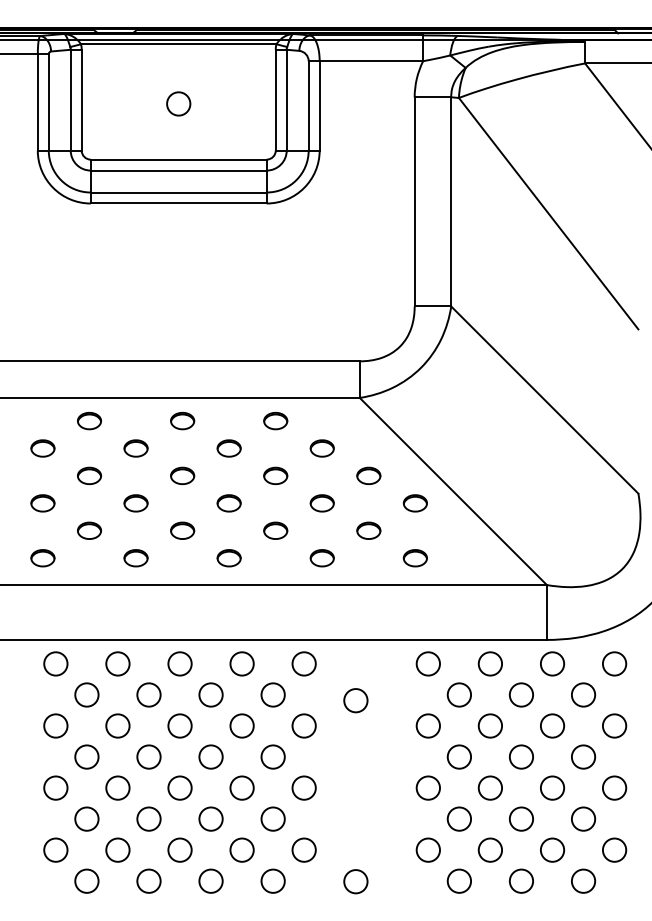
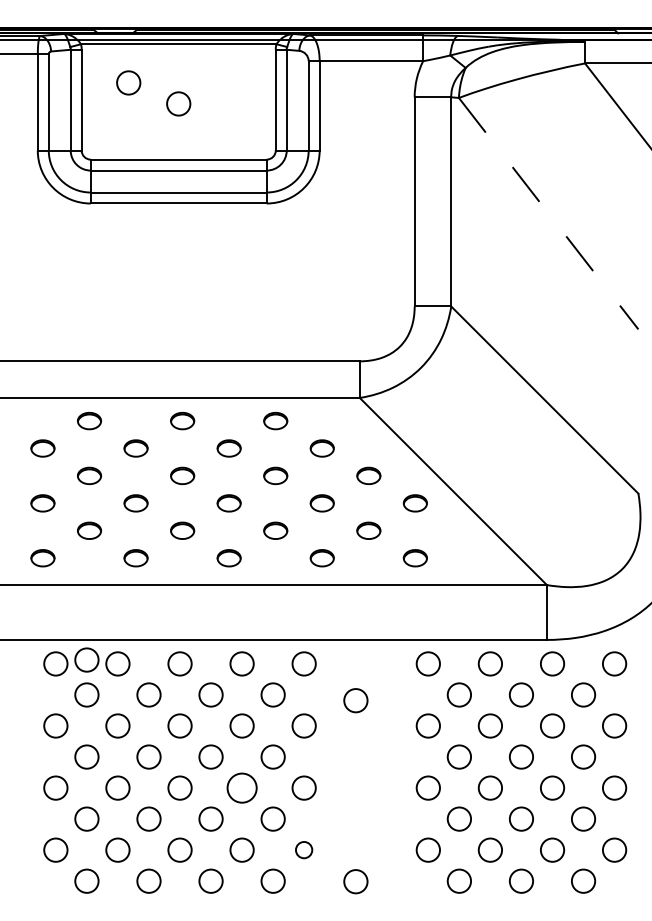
circle at (128, 82): none -> present
line at (548, 214): solid -> dashed
circle at (86, 659): none -> present
circle at (241, 787) size: 26x26 px -> 32x32 px
circle at (303, 849) size: 26x26 px -> 19x19 px
